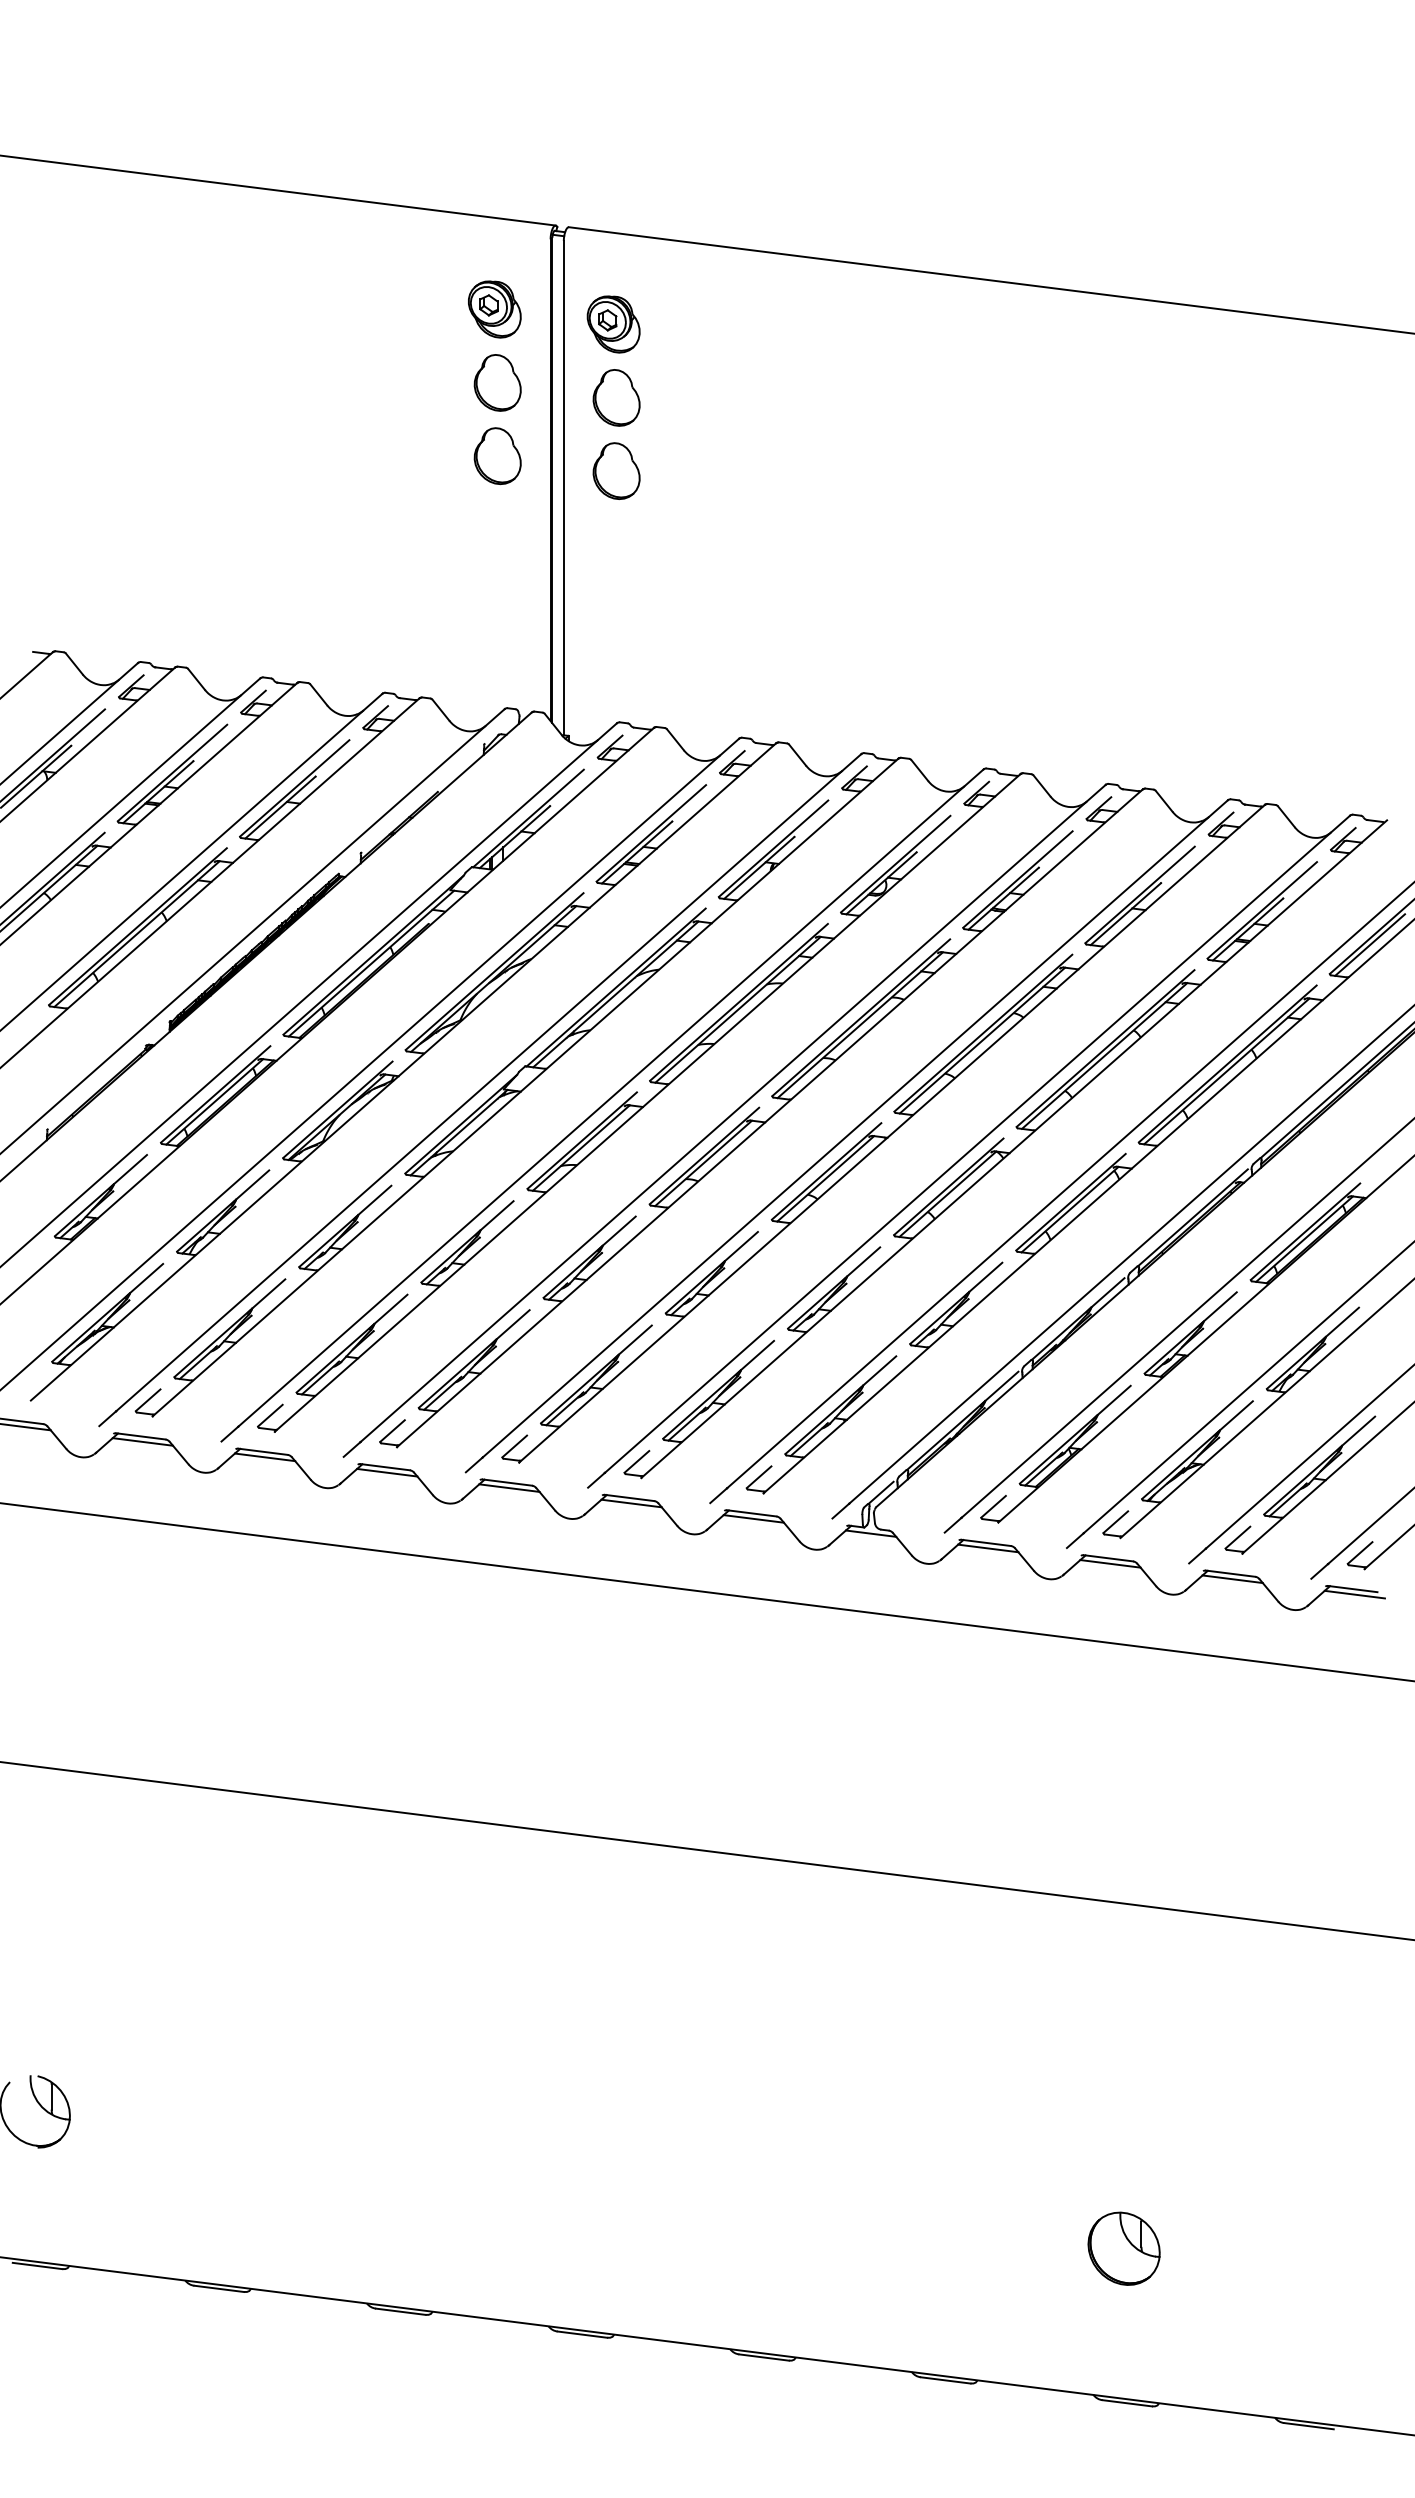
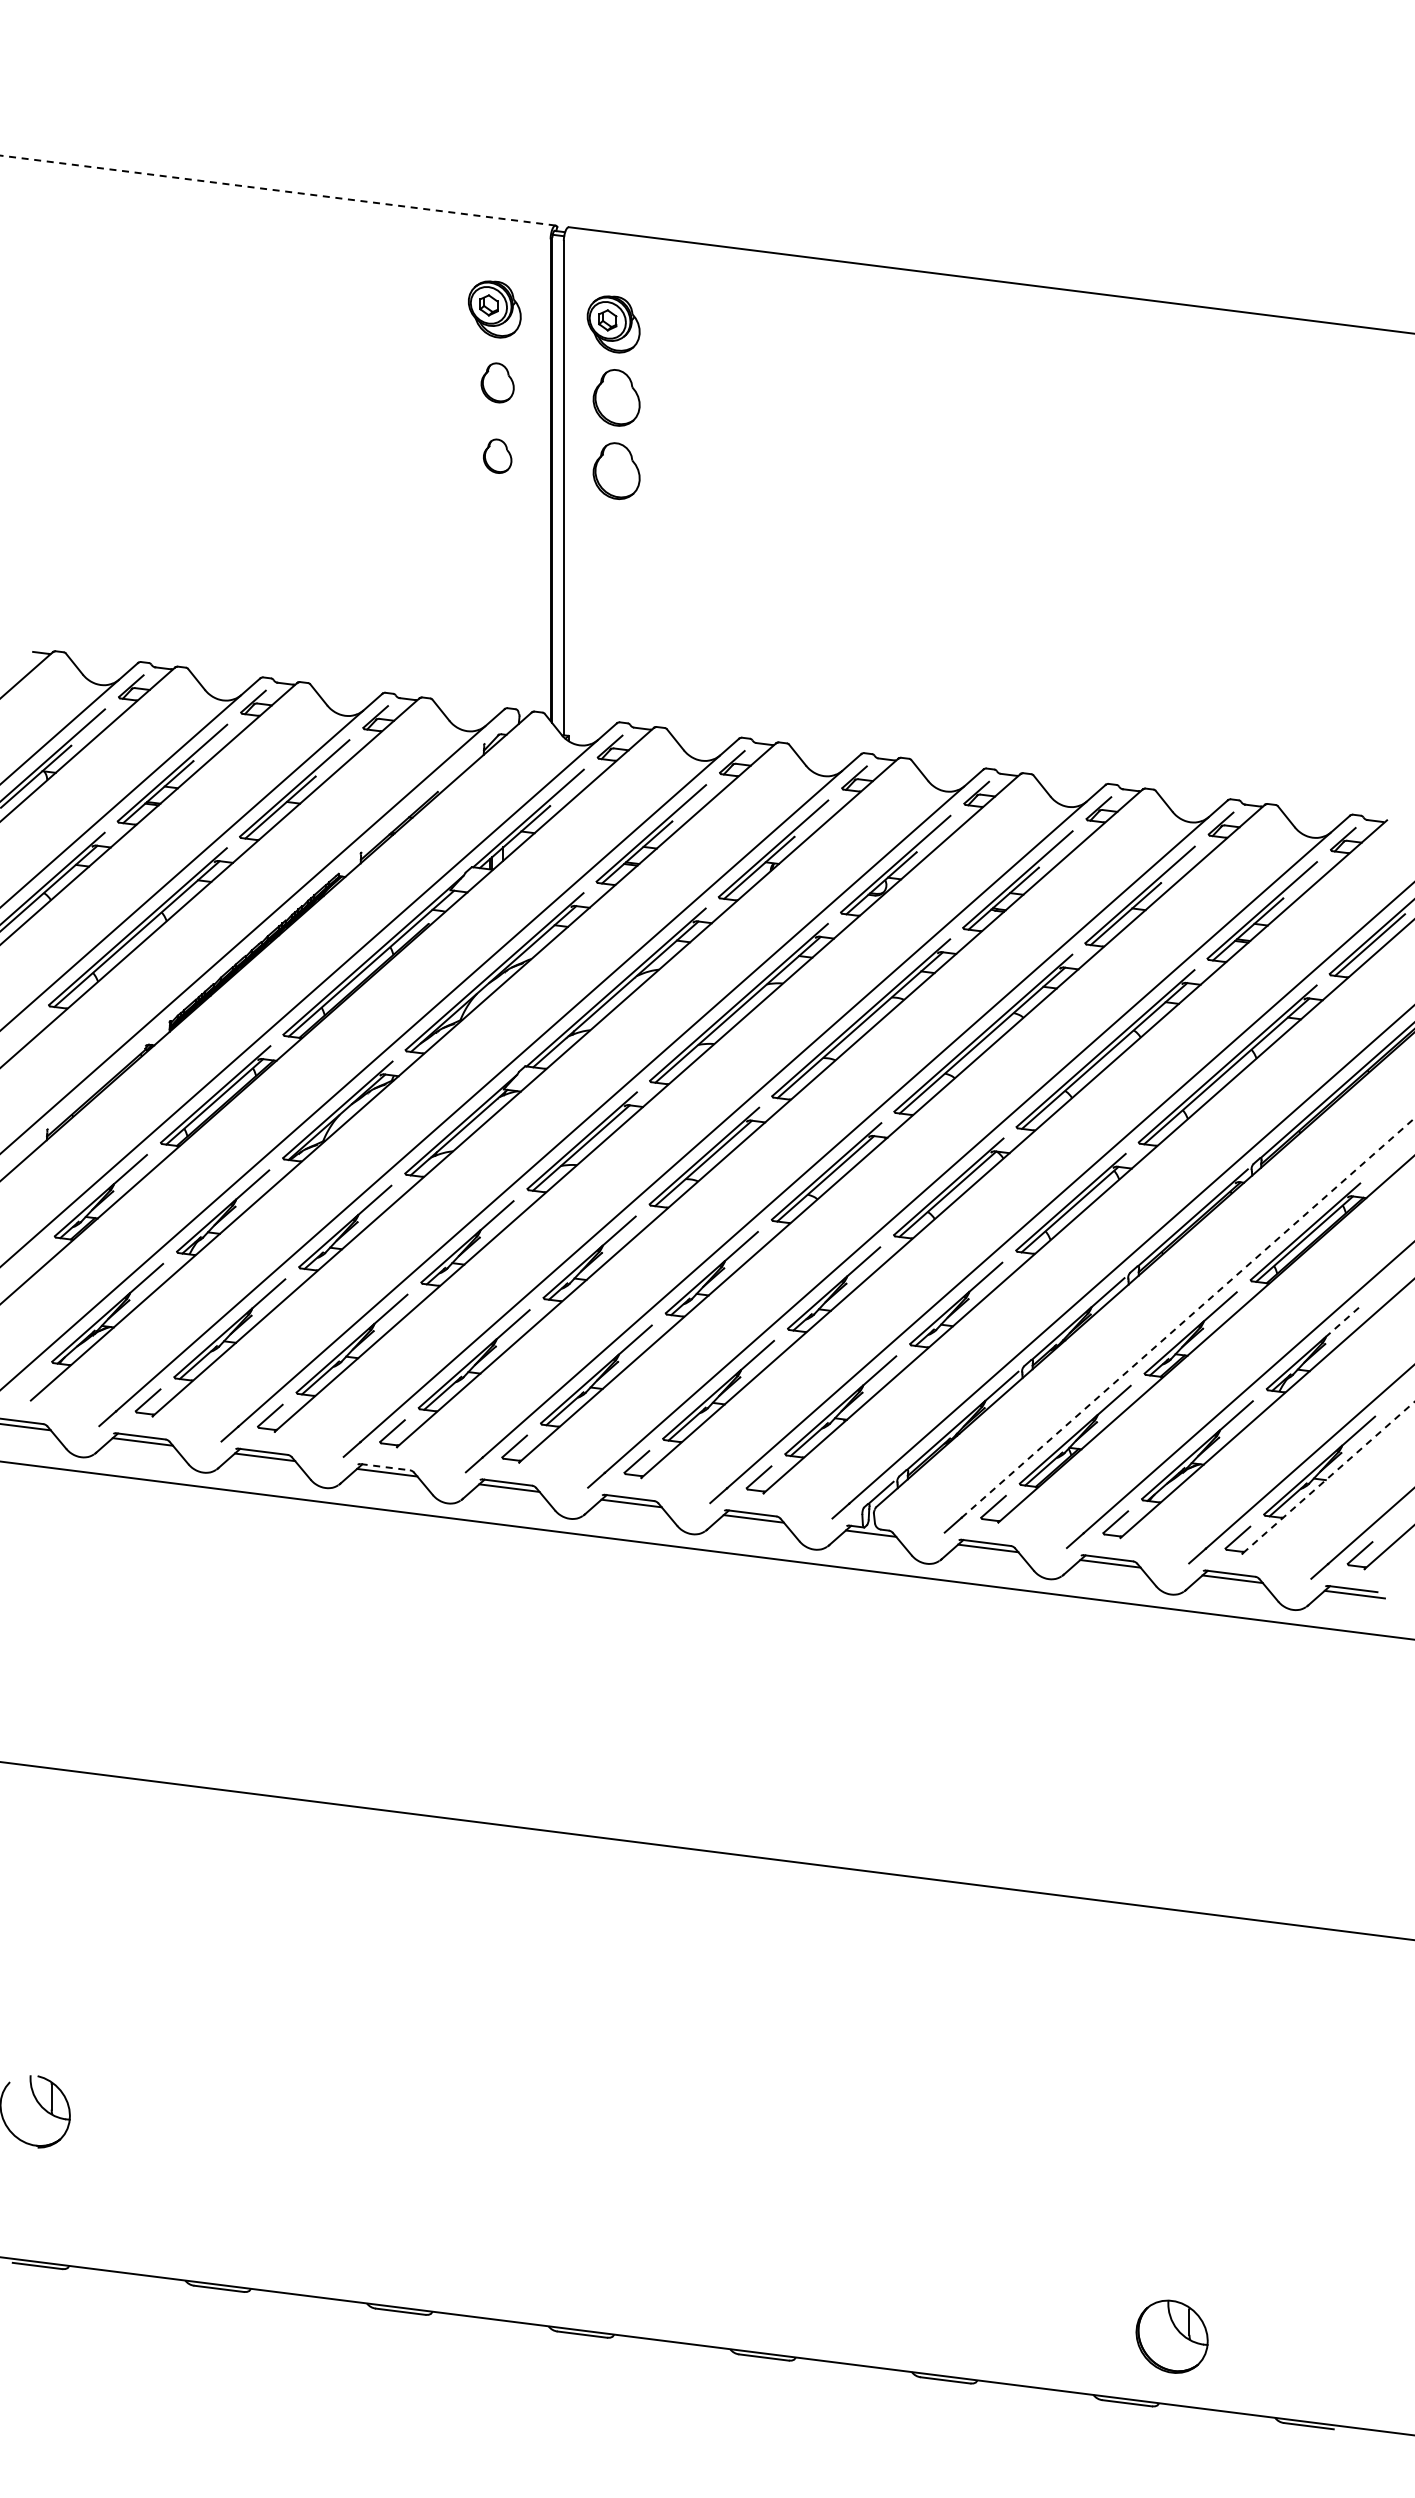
line at (277, 190): solid -> dashed
part at (497, 382) size: 49x58 px -> 35x42 px
part at (497, 456) size: 49x59 px -> 30x36 px
line at (1187, 1318): solid -> dashed
line at (1342, 1322): solid -> dashed
line at (385, 1467): solid -> dashed
line at (1328, 1477): solid -> dashed
line at (706, 1591) position: (706, 1591) -> (706, 1550)
part at (1123, 2248) position: (1123, 2248) -> (1171, 2336)
